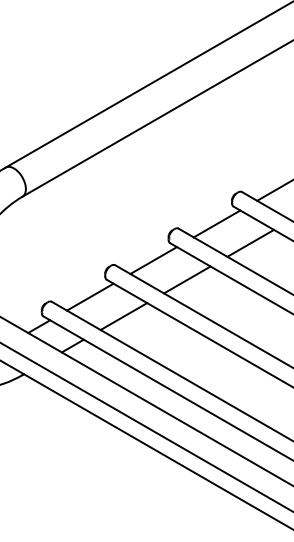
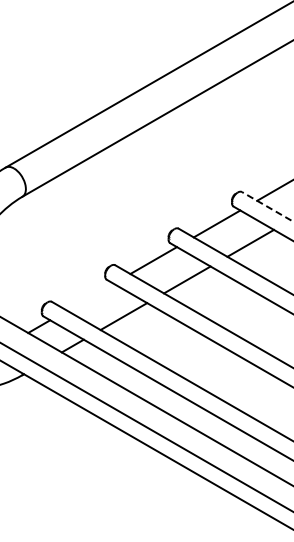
line at (267, 206): solid -> dashed
line at (90, 296): present -> none
